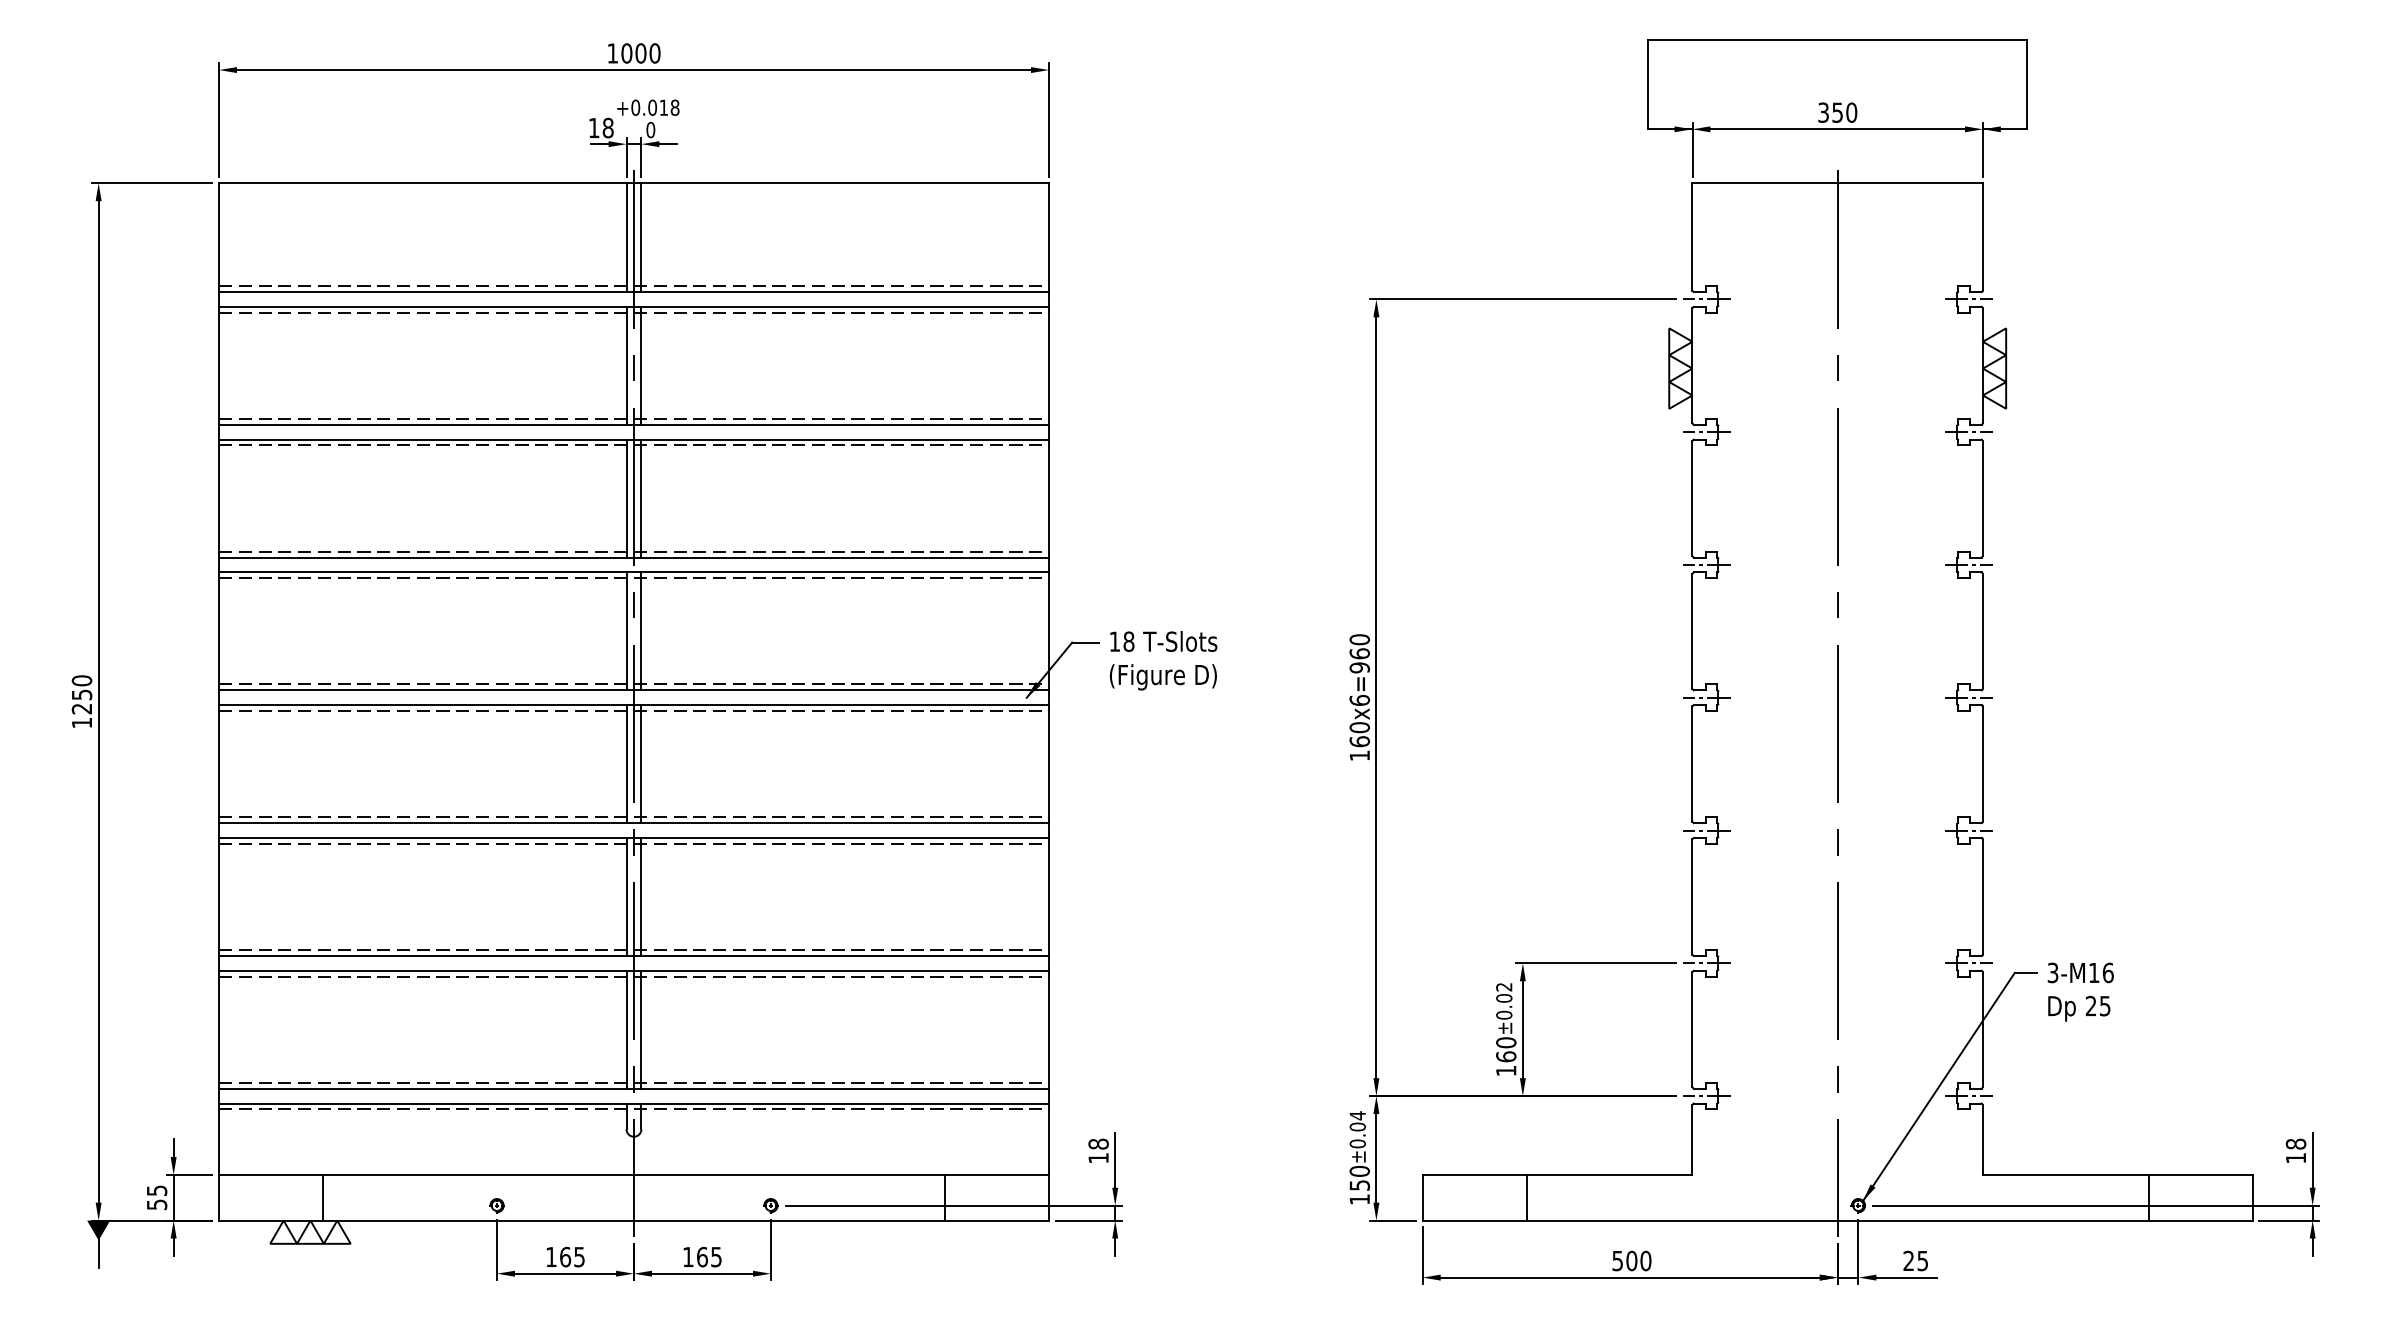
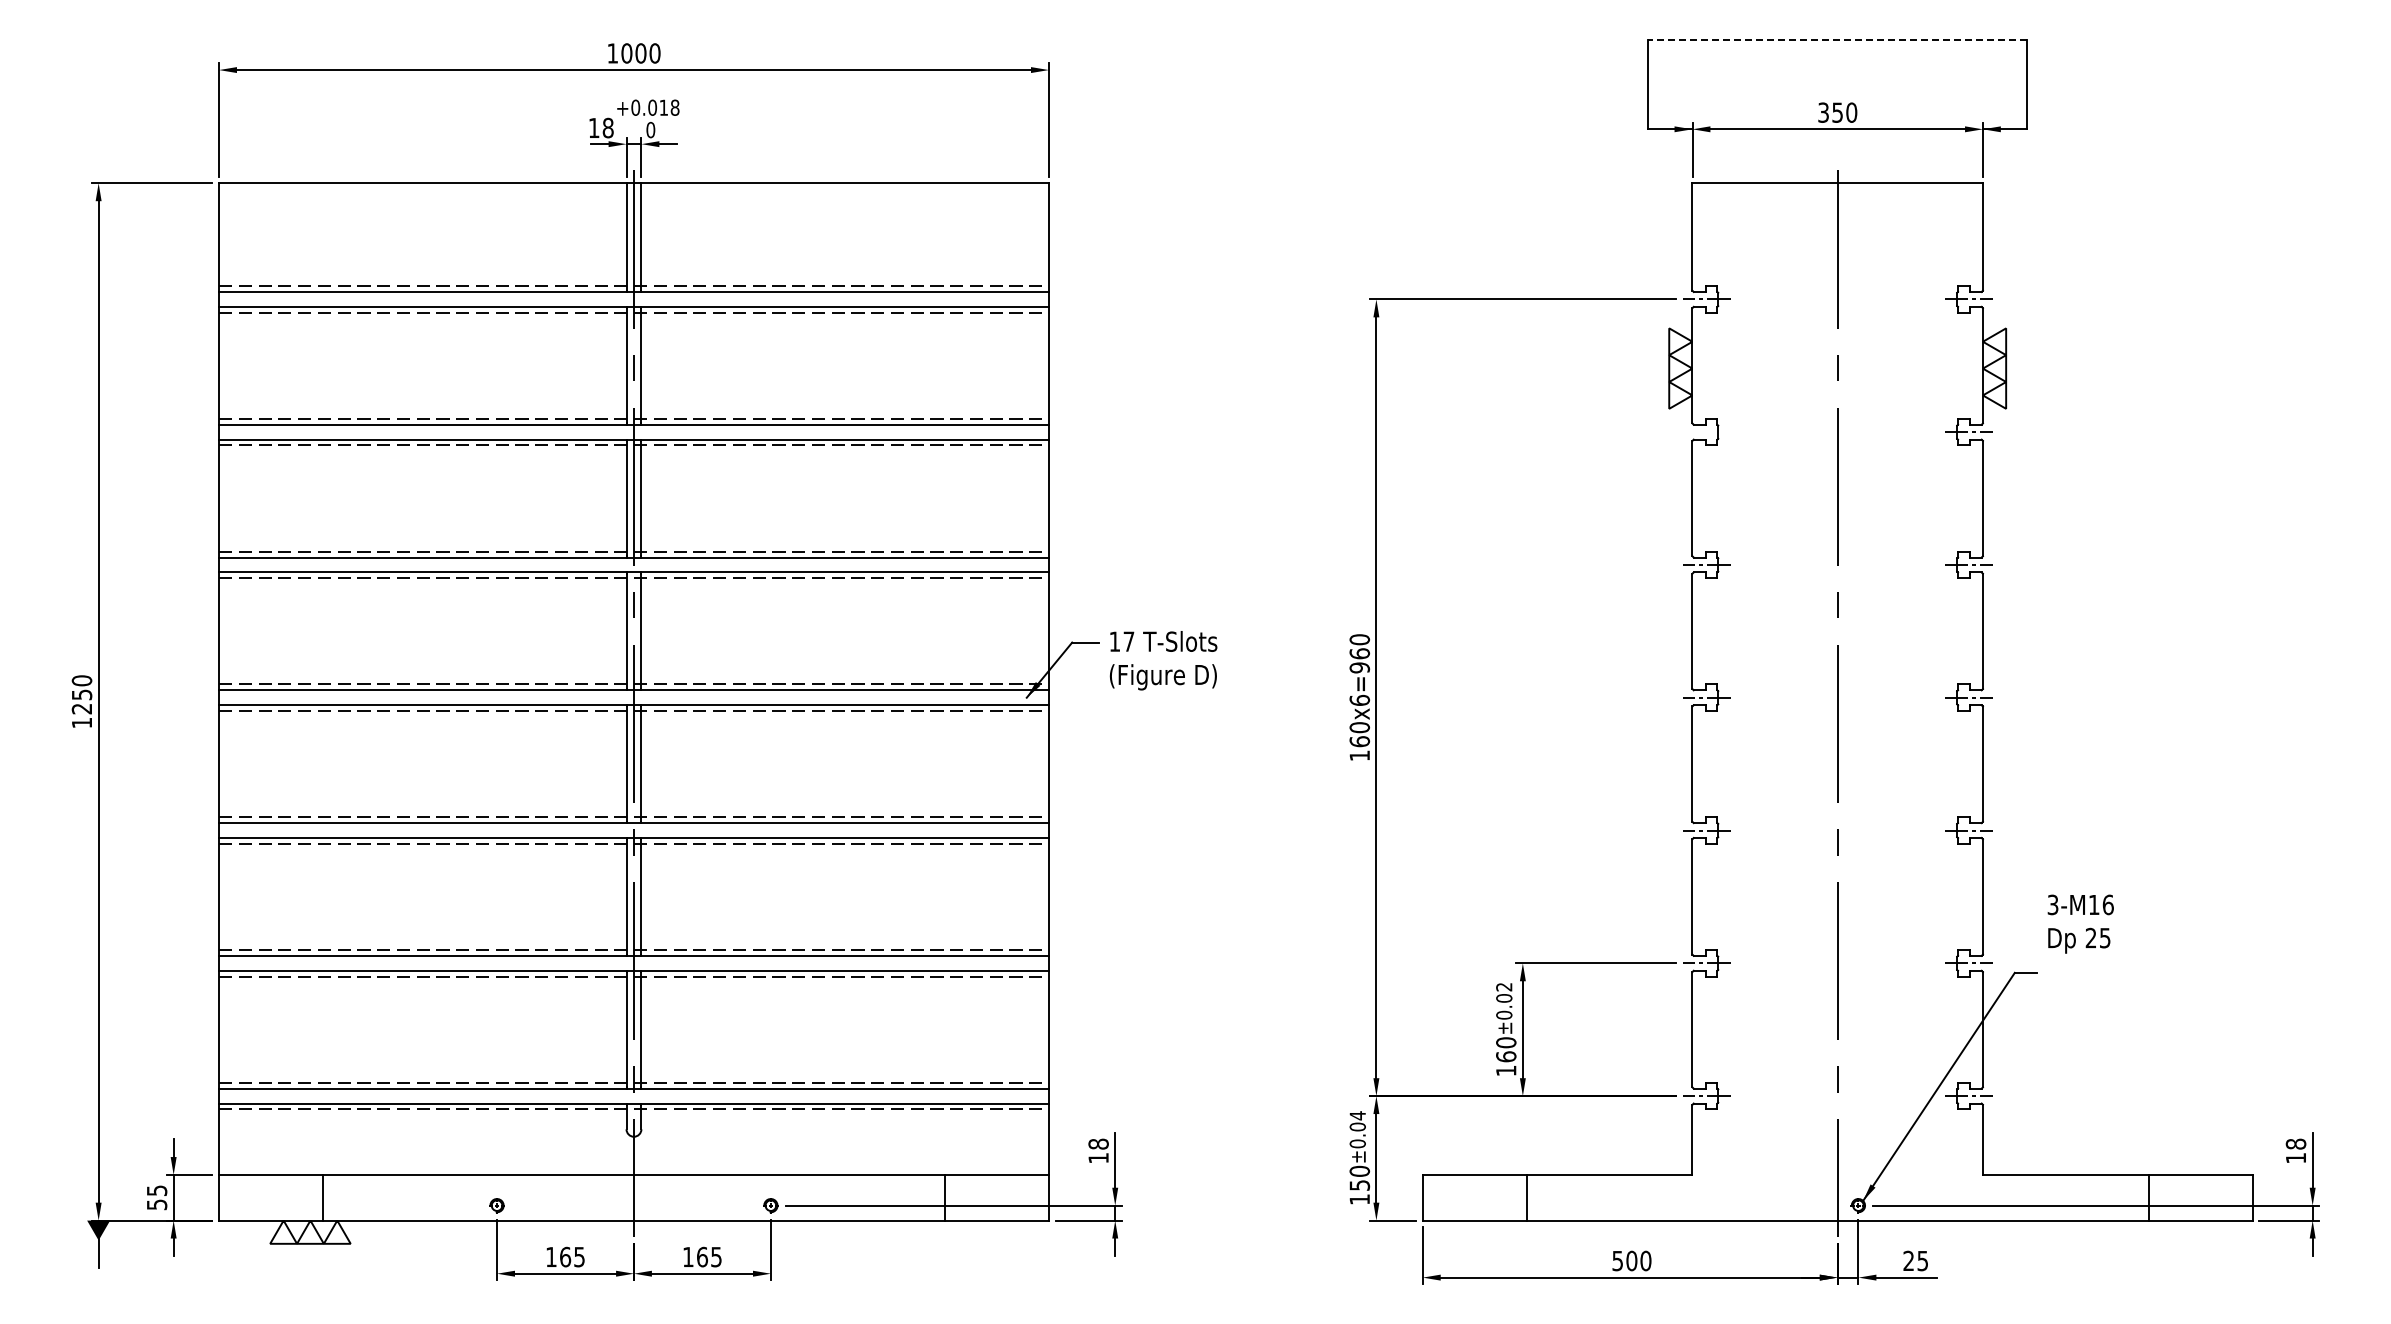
line at (1837, 39): solid -> dashed
line at (1706, 432): present -> none
text at (1128, 641): 18 -> 17
text at (2080, 991) position: (2080, 991) -> (2080, 923)
